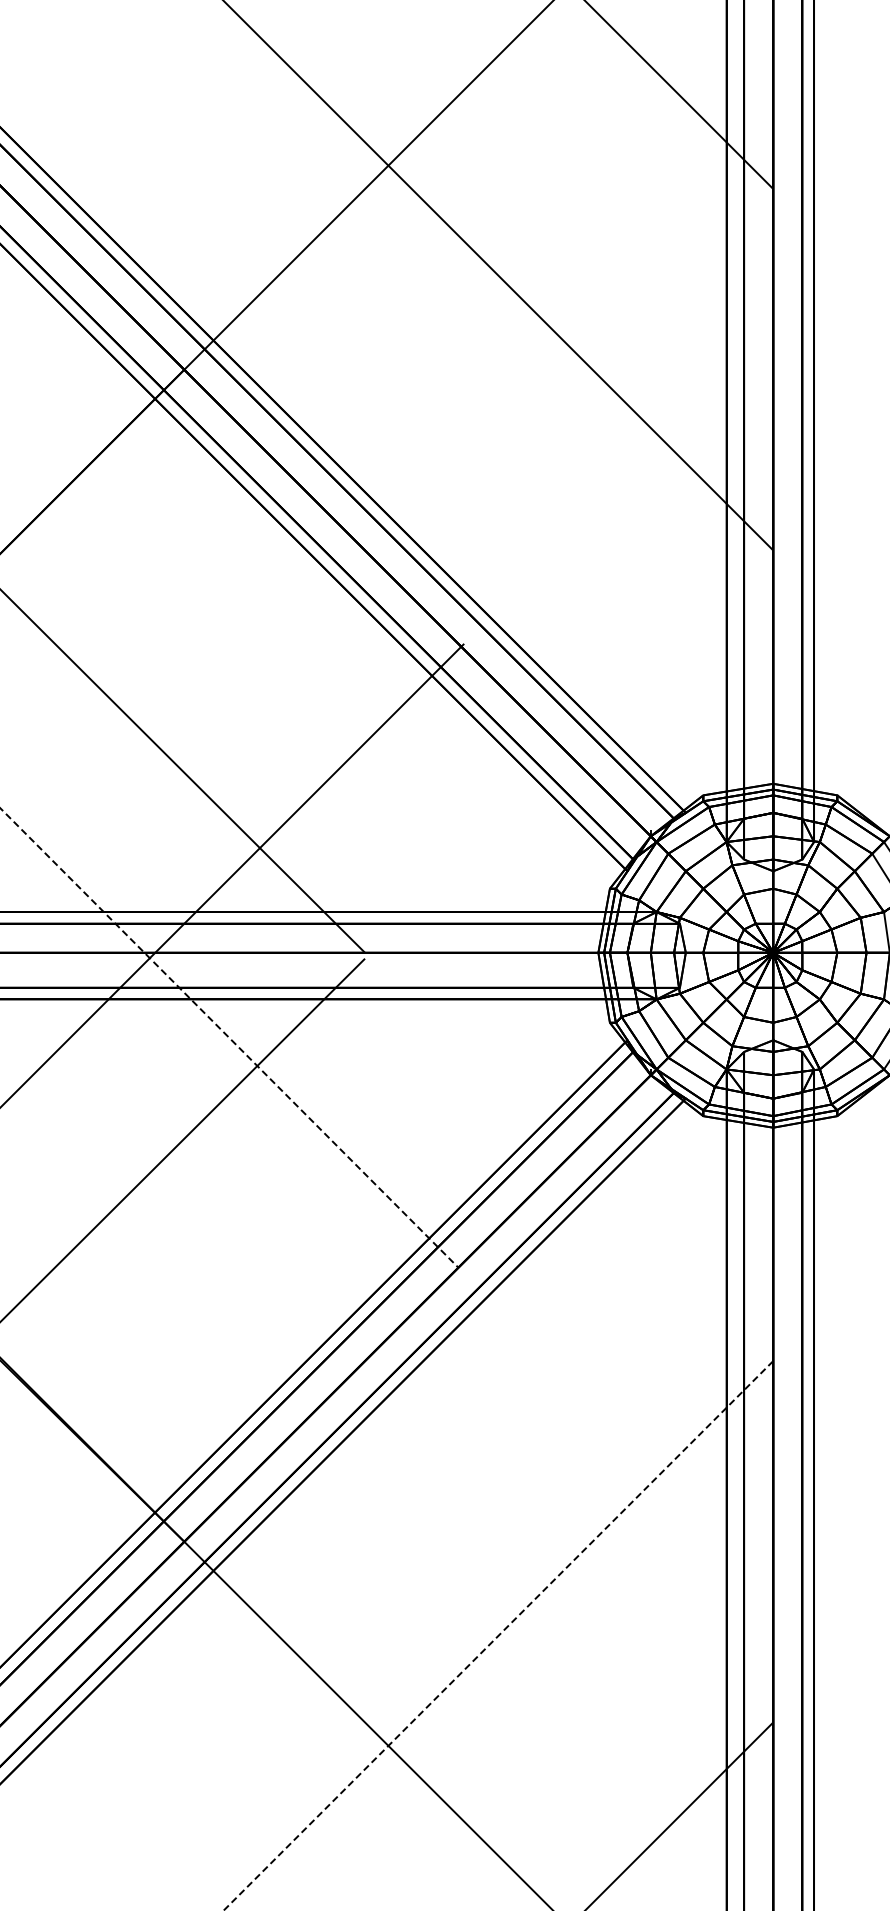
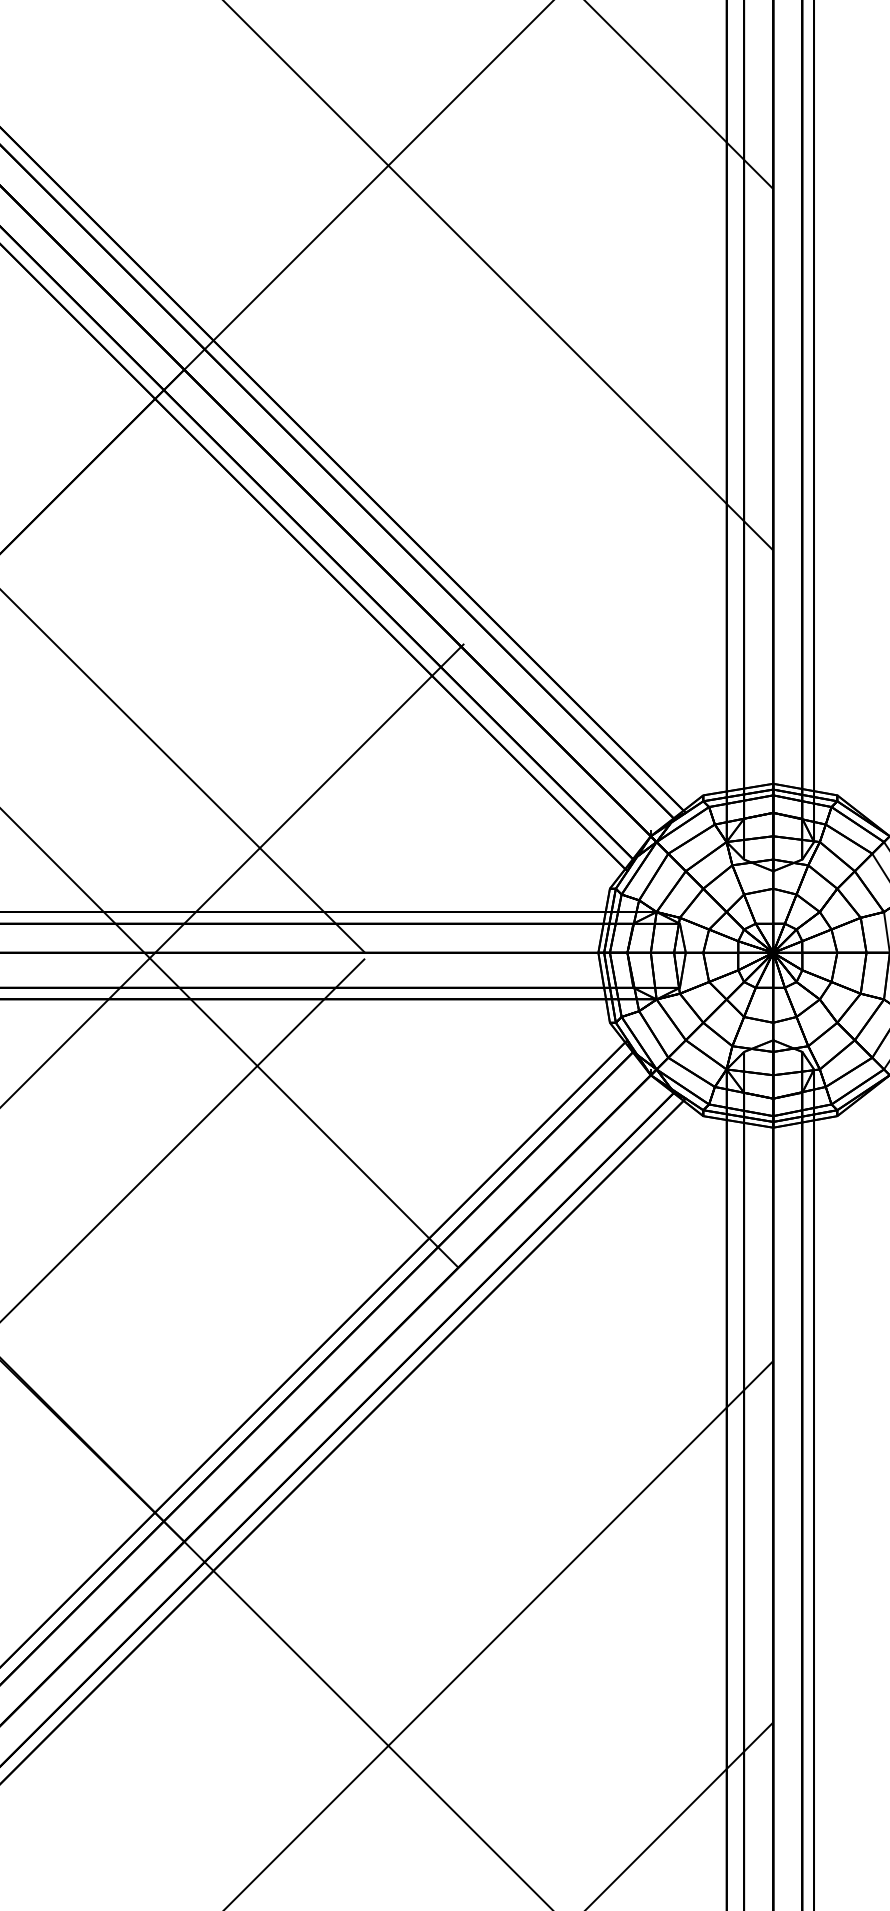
line at (229, 1038): dashed -> solid
line at (498, 1636): dashed -> solid
